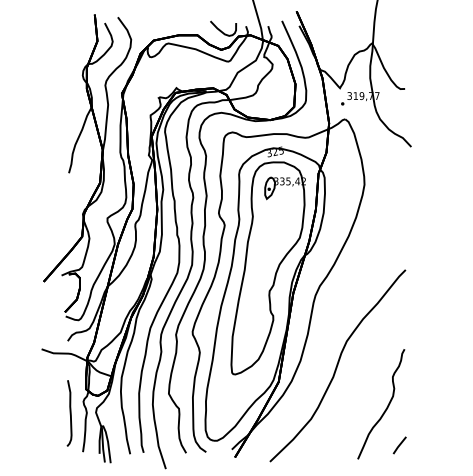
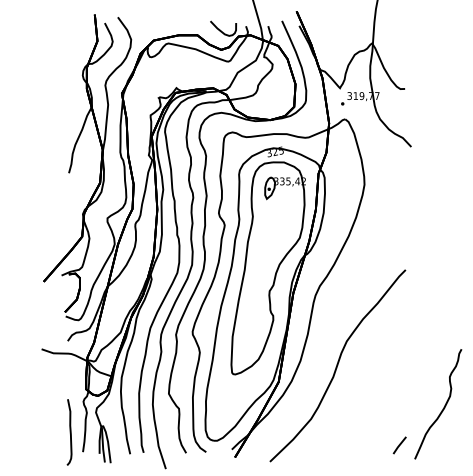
curve at (385, 408) position: (385, 408) -> (442, 408)
curve at (69, 413) position: (69, 413) -> (69, 432)
